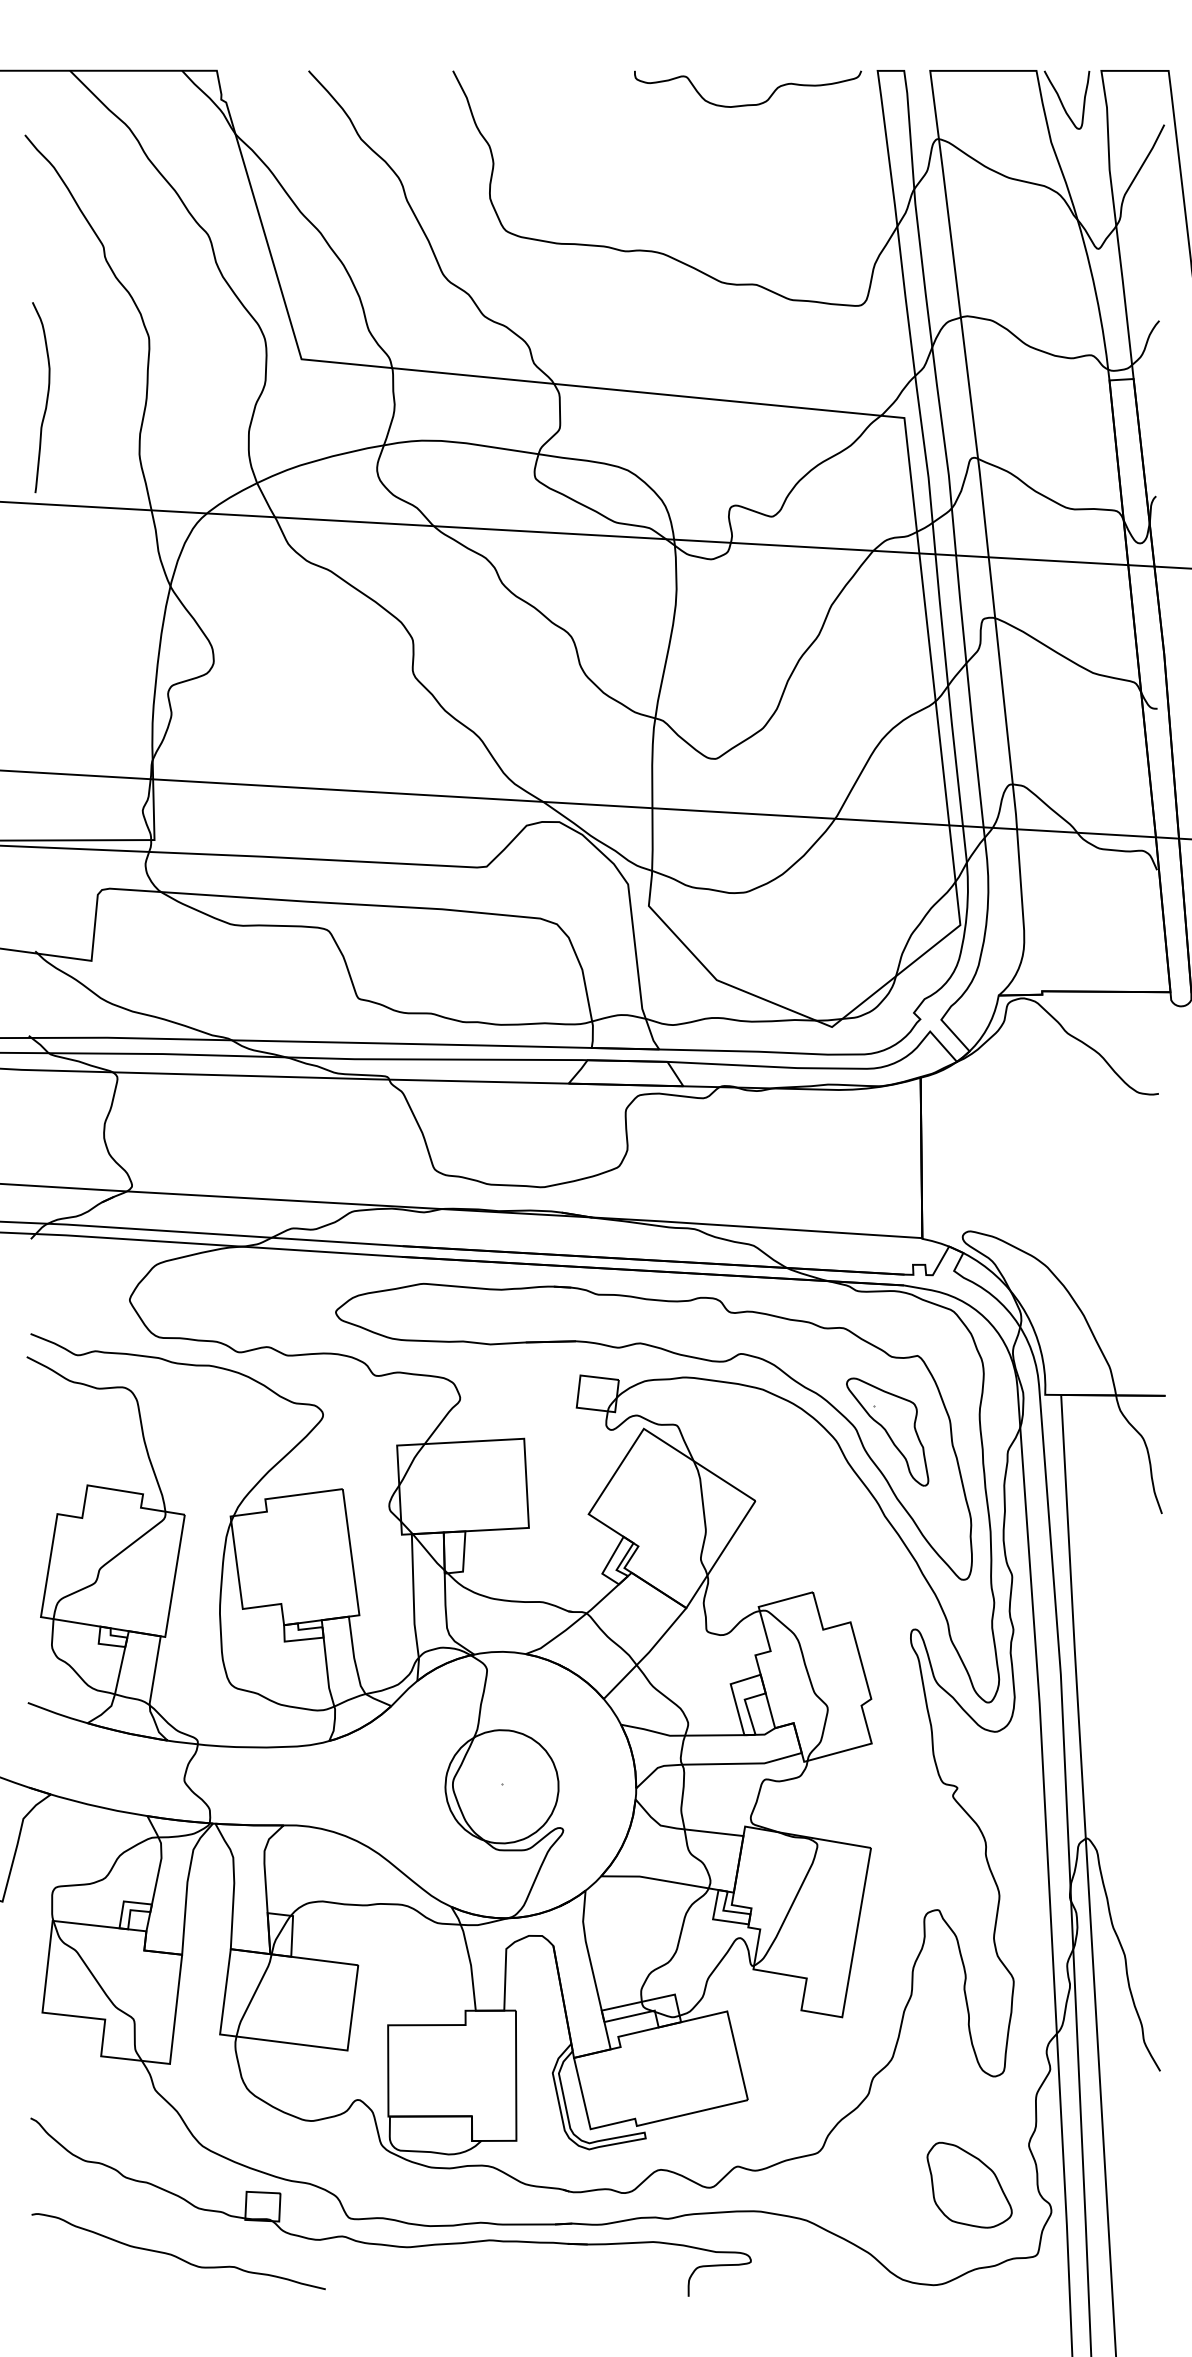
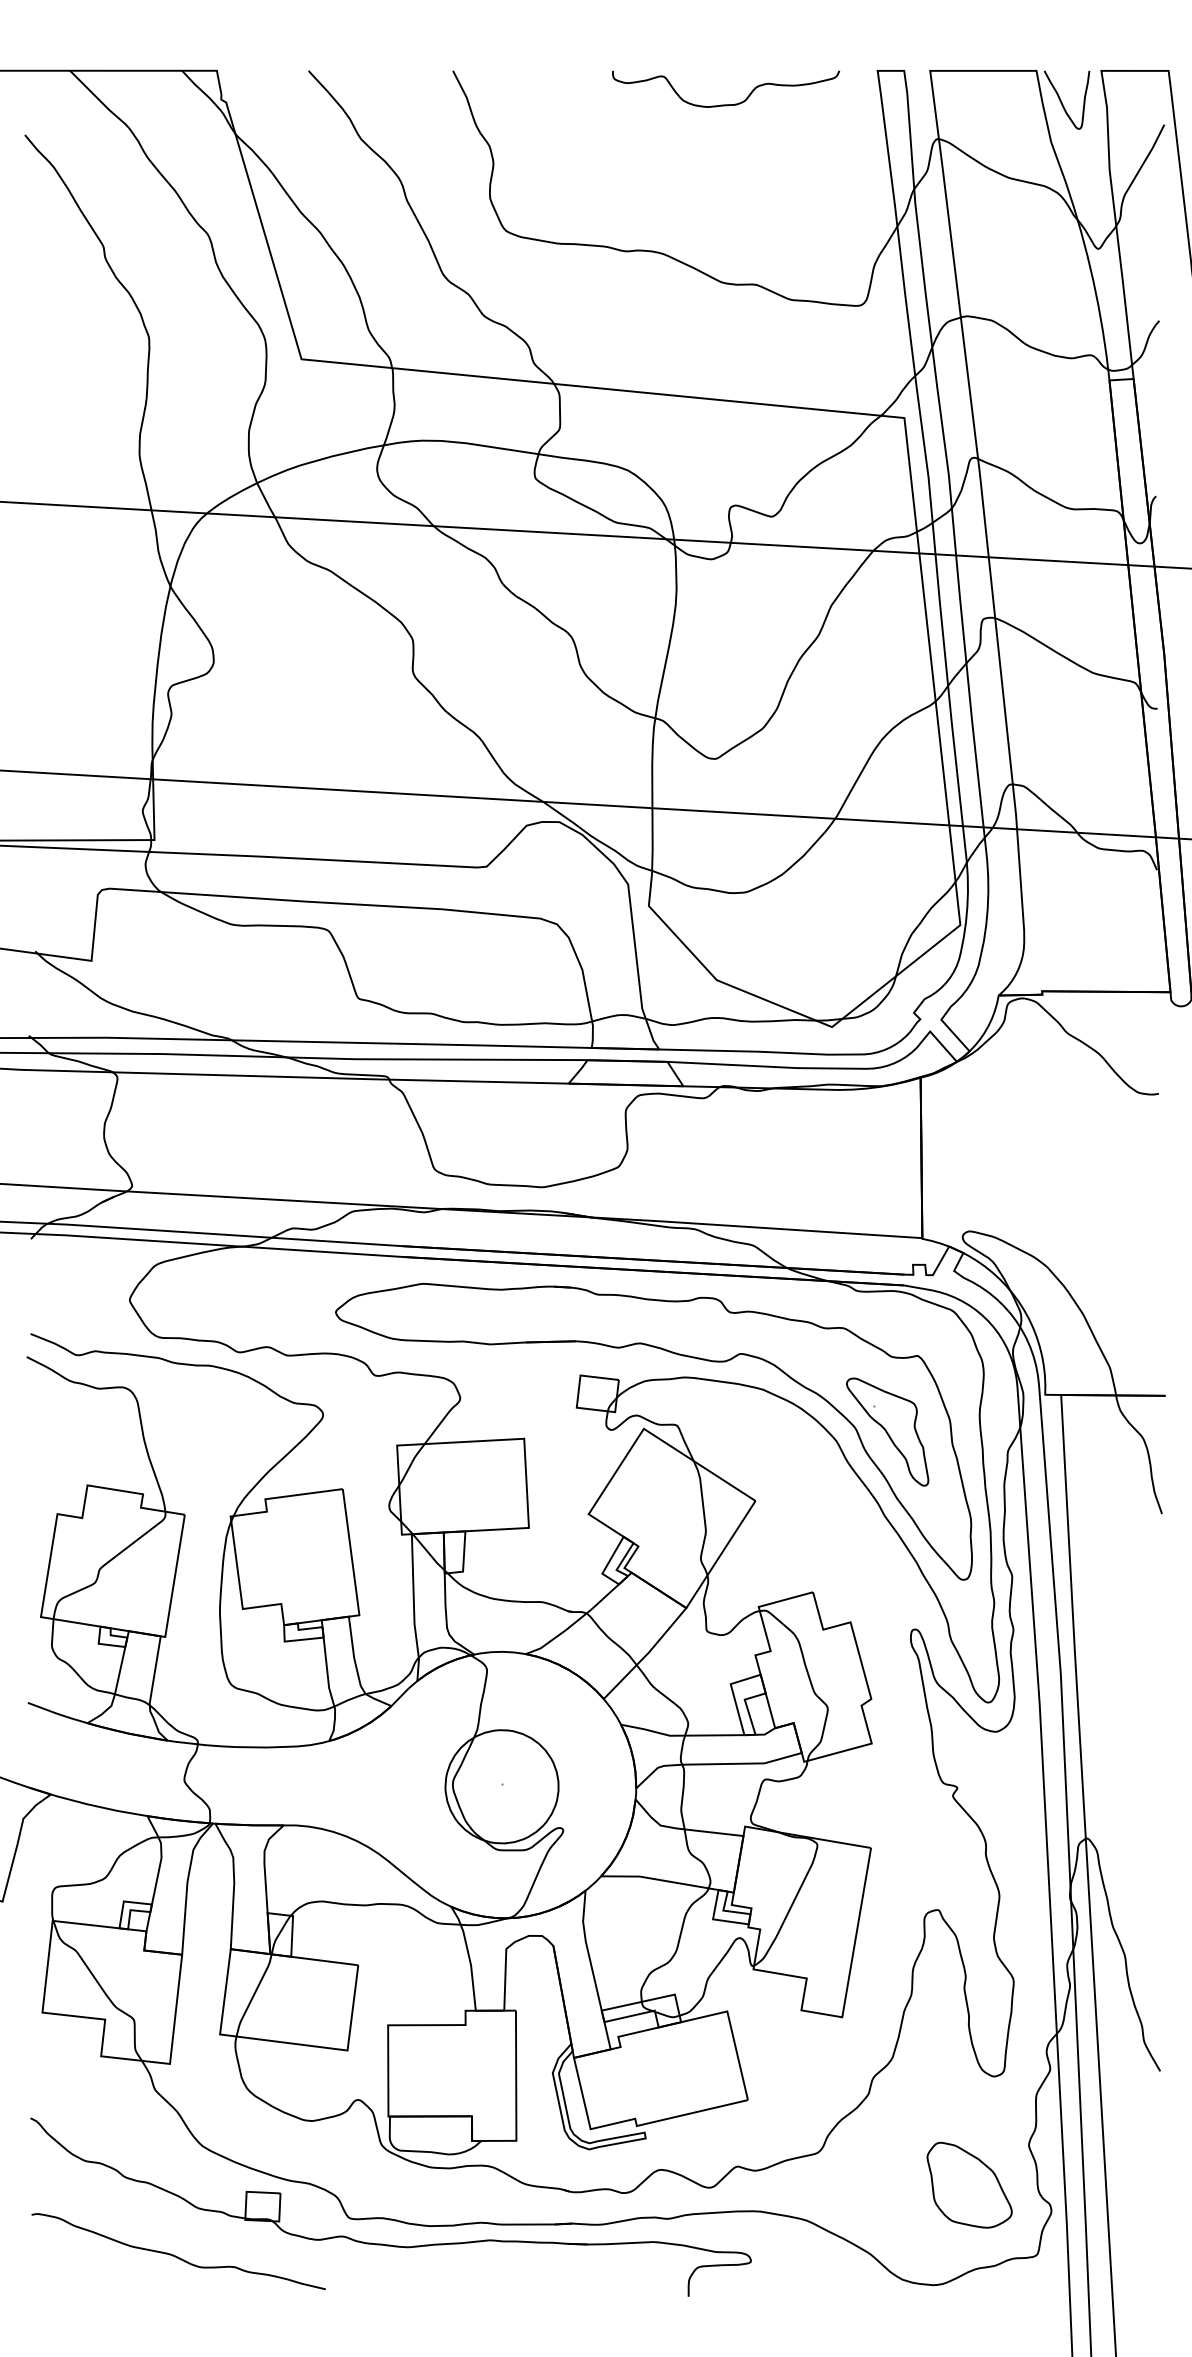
curve at (748, 104) position: (748, 104) -> (726, 104)
curve at (46, 397): present -> none
